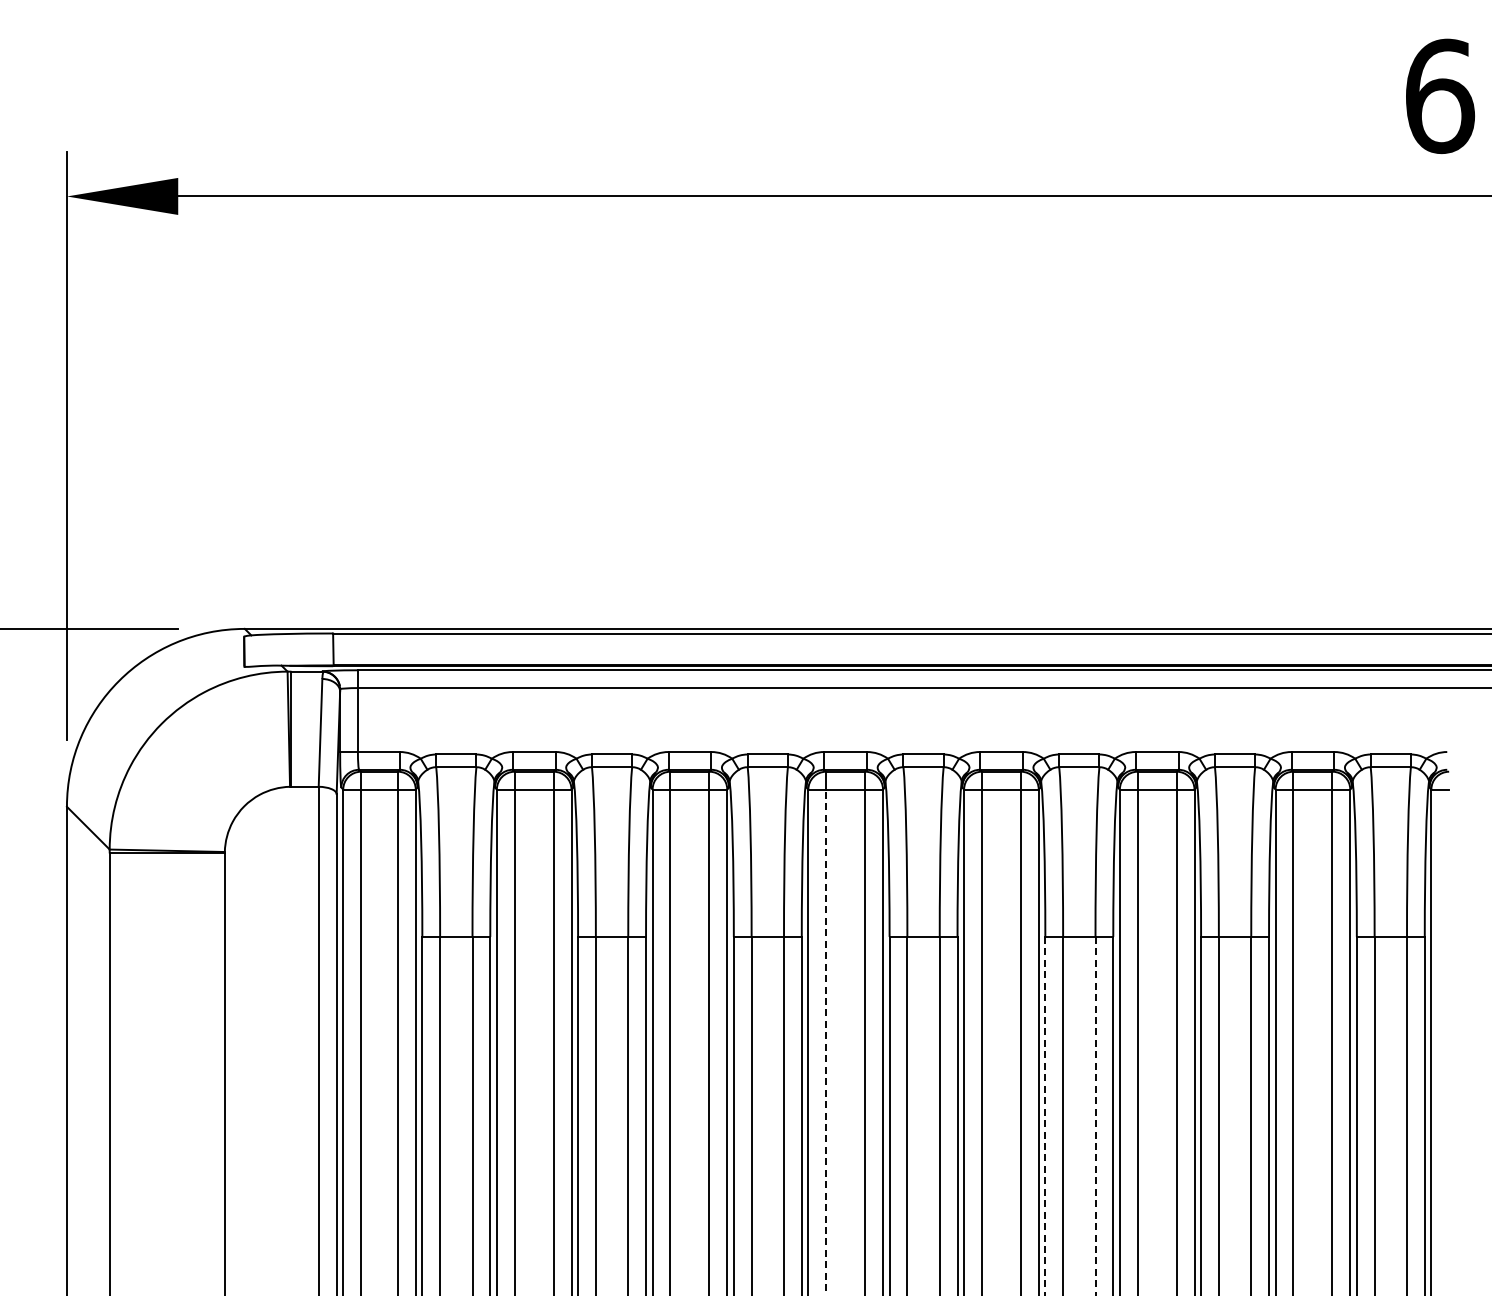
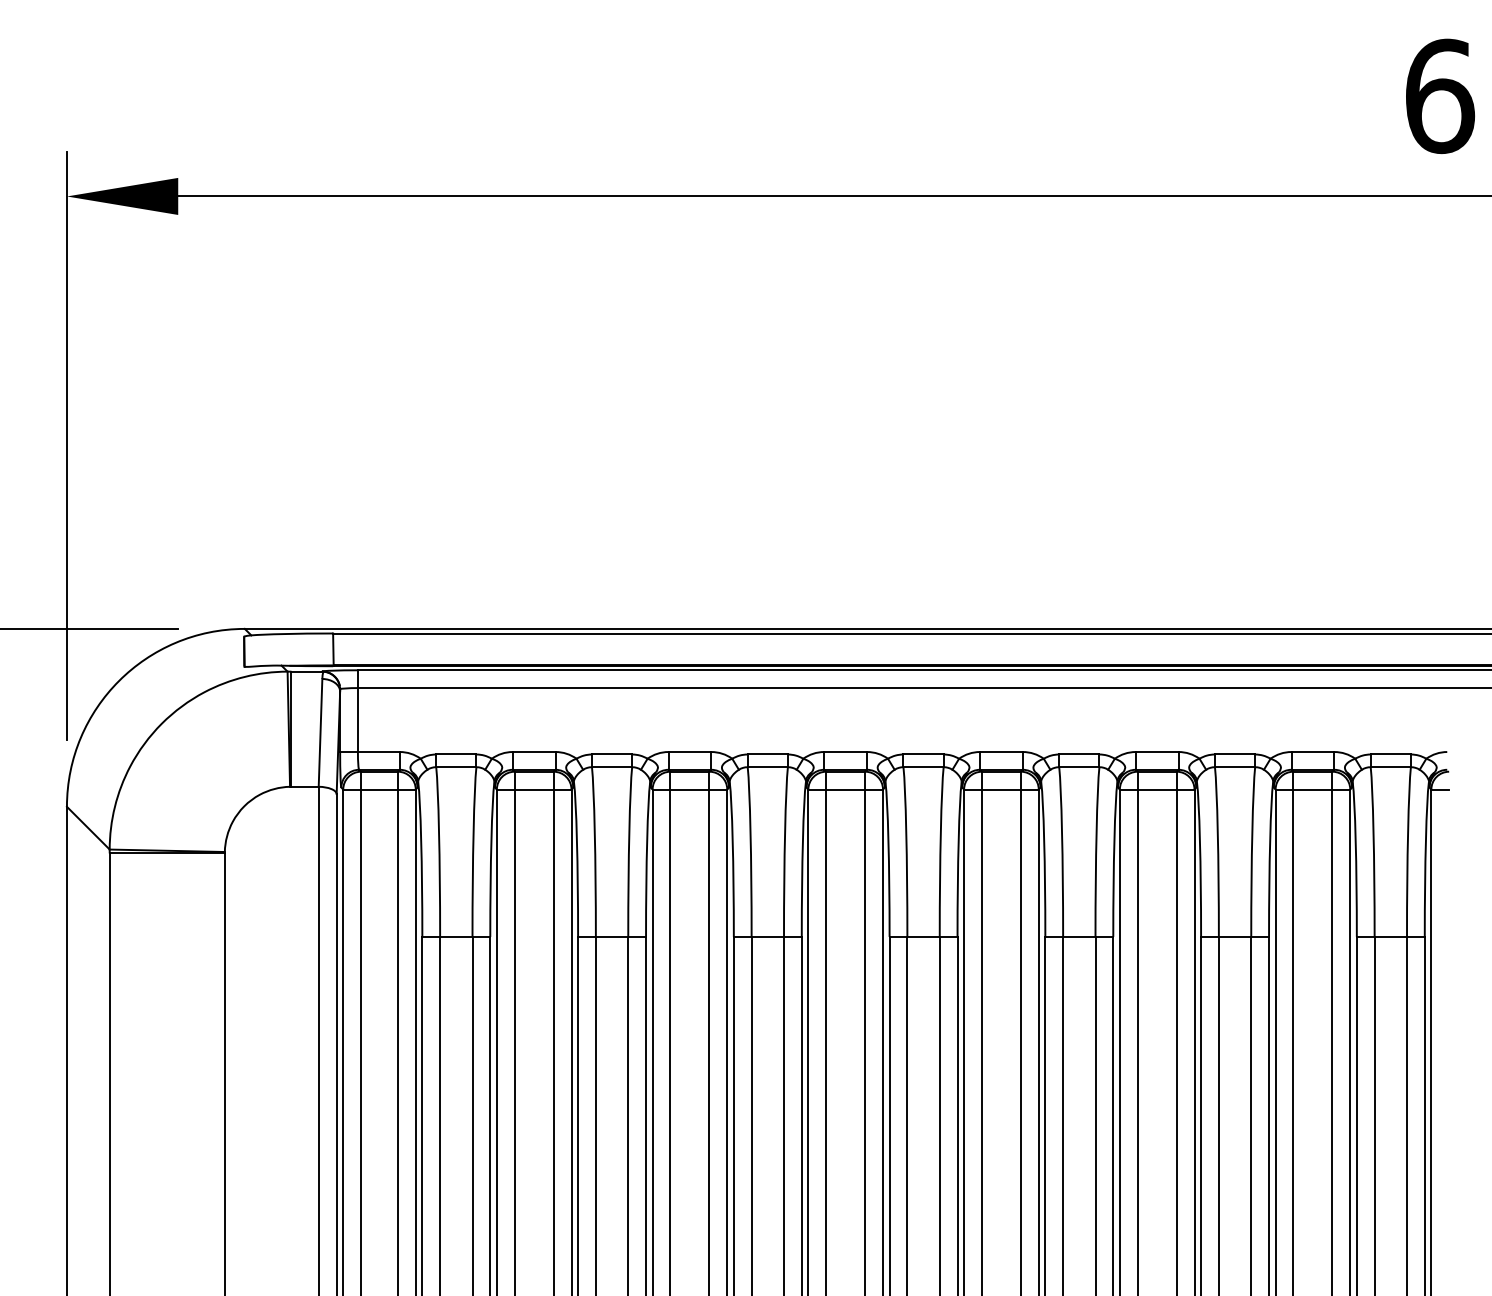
line at (826, 1042): dashed -> solid
line at (1045, 1116): dashed -> solid
line at (1095, 1116): dashed -> solid
